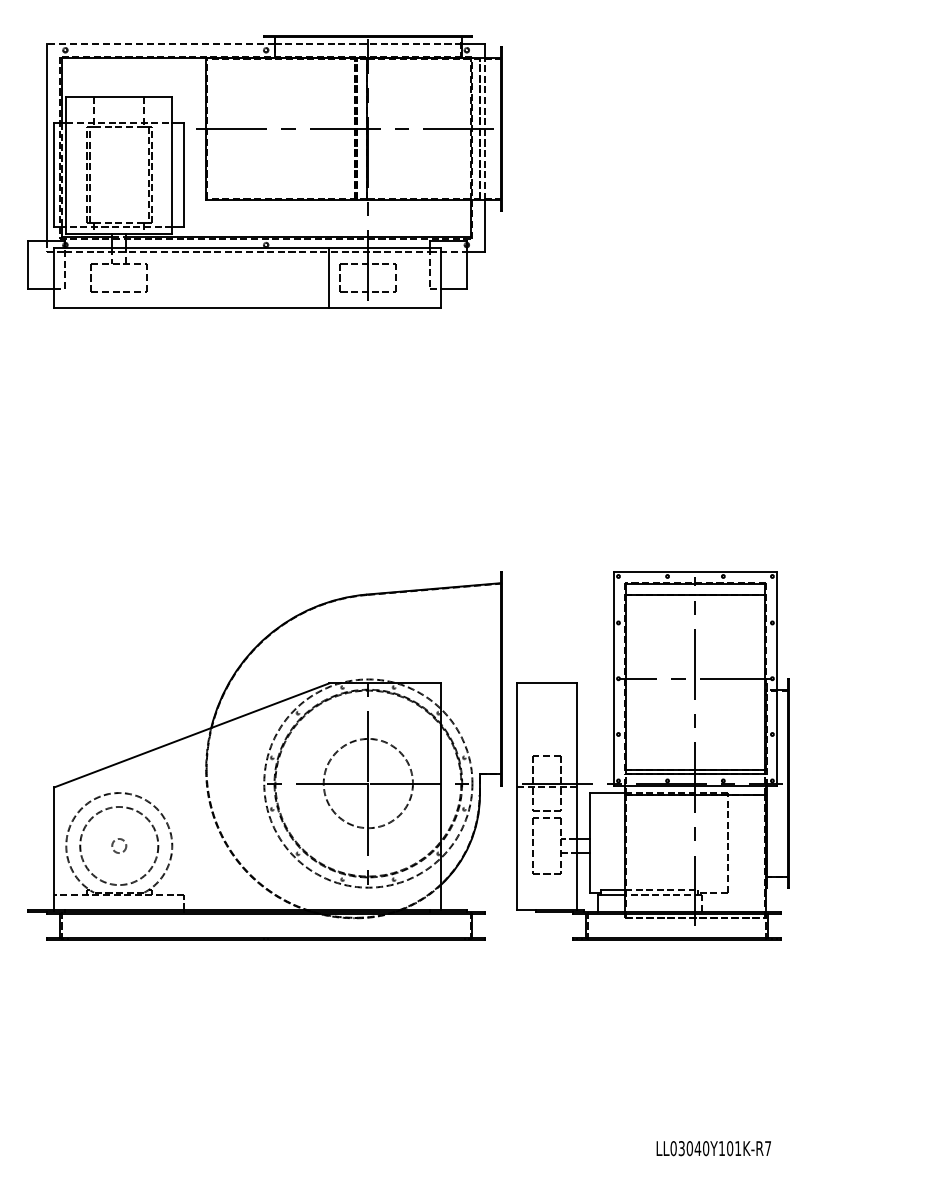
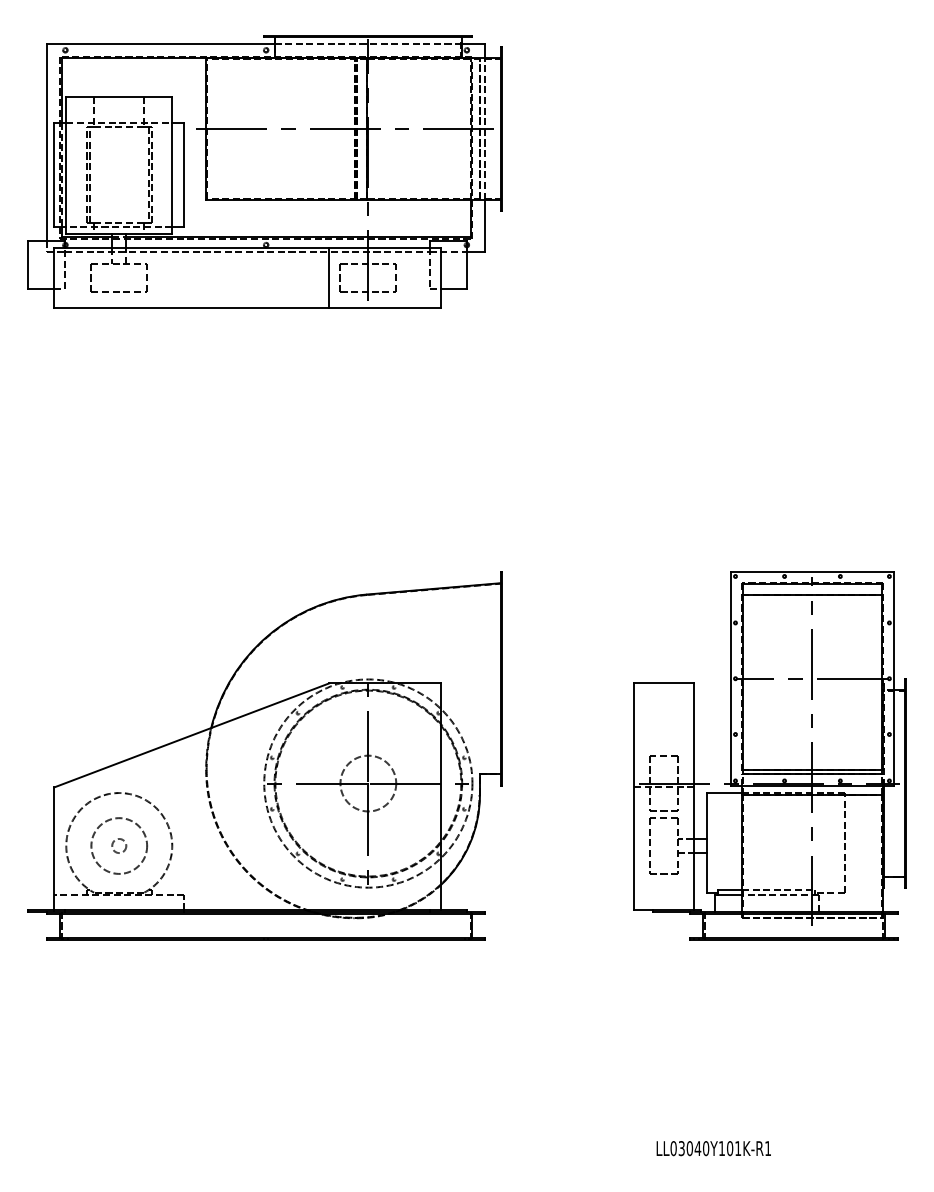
line at (160, 43): dashed -> solid
part at (652, 755) position: (652, 755) -> (769, 755)
circle at (367, 783) diameter: 89 px -> 56 px
circle at (119, 845) diameter: 78 px -> 56 px
text at (768, 1148): LL03040Y101K-R7 -> LL03040Y101K-R1
